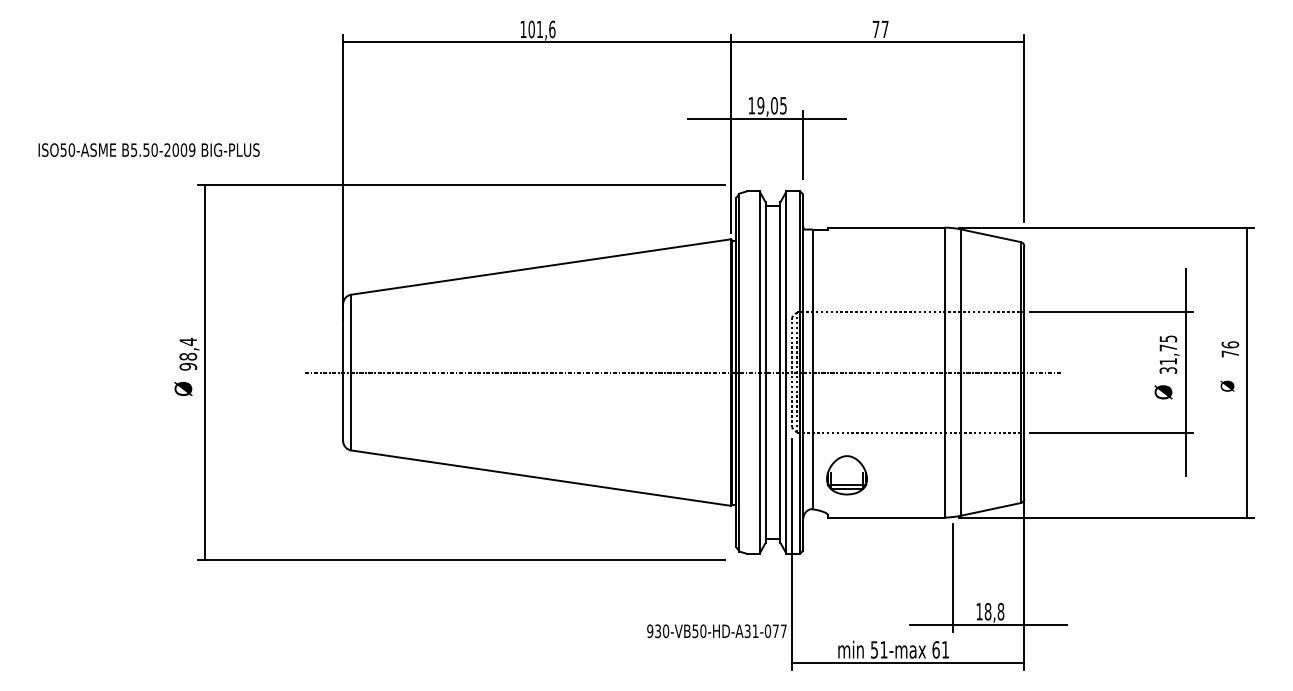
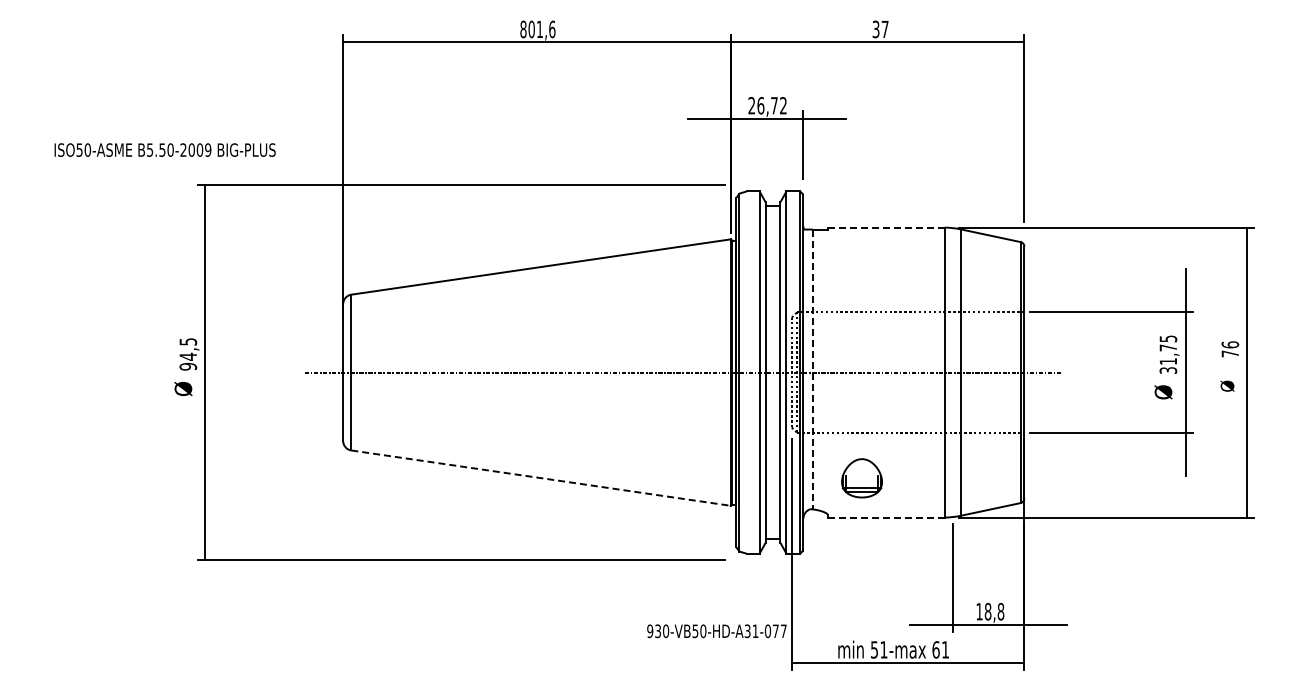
text at (523, 29): 101,6 -> 801,6
text at (875, 29): 77 -> 37
text at (767, 105): 19,05 -> 26,72
text at (148, 149) position: (148, 149) -> (164, 149)
line at (885, 227): solid -> dashed
text at (188, 348): 98,4 -> 94,5
line at (812, 369): solid -> dashed
part at (846, 475) position: (846, 475) -> (861, 478)
line at (541, 478): solid -> dashed
line at (886, 517): solid -> dashed
